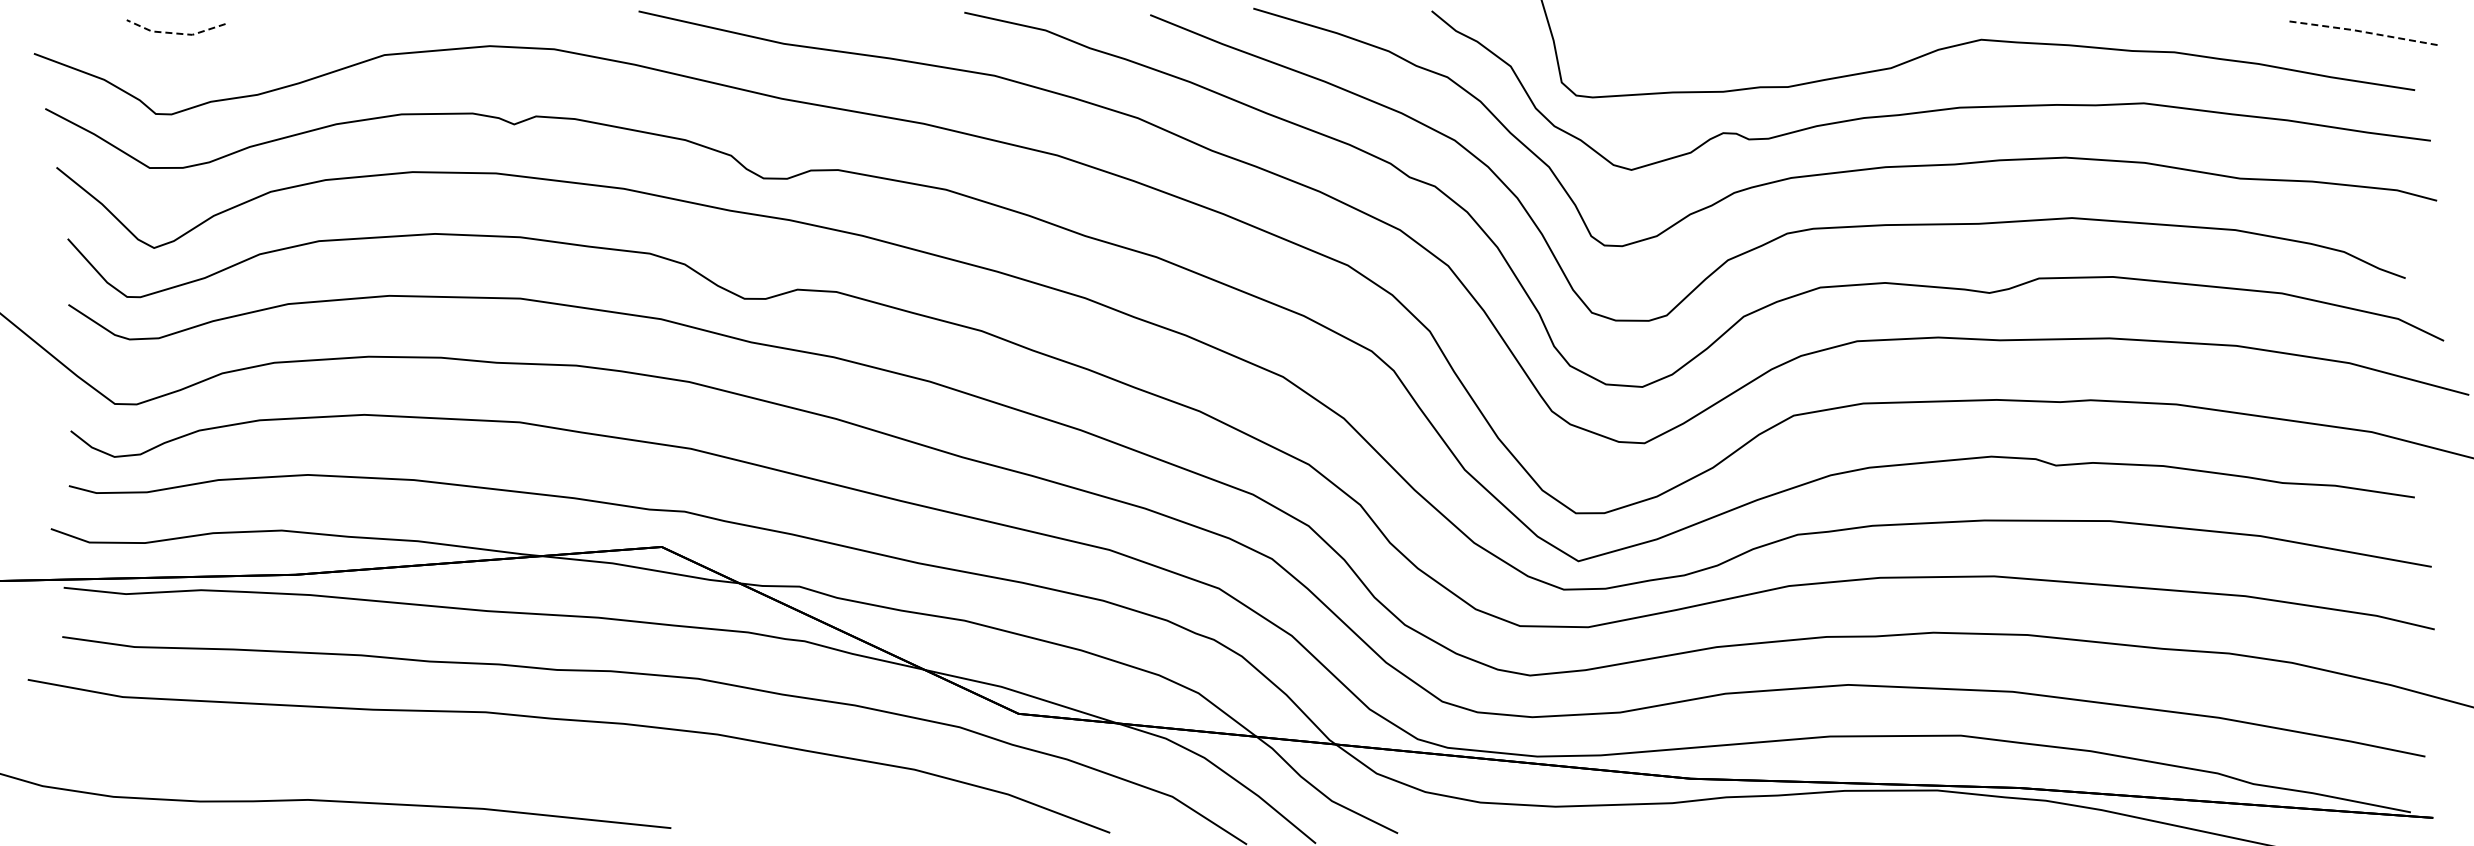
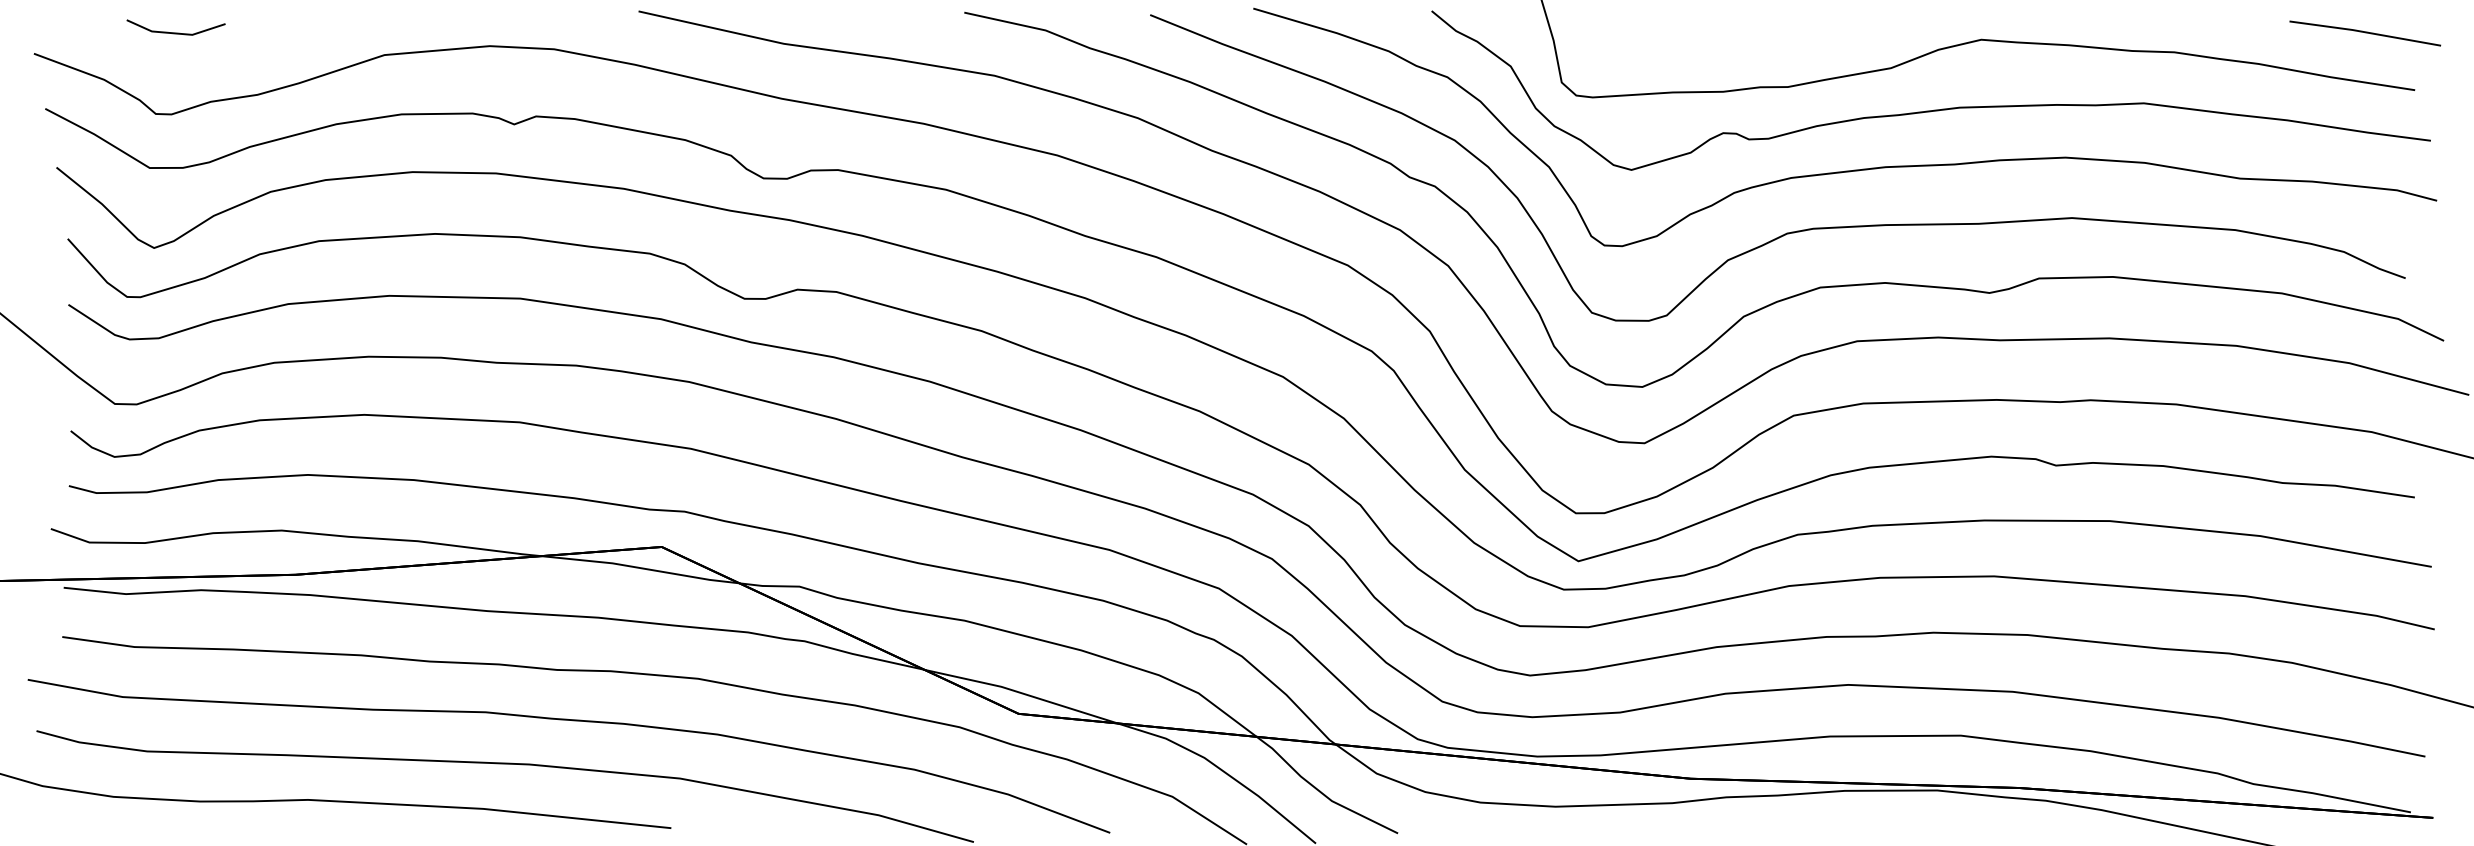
line at (2365, 32): dashed -> solid
line at (175, 33): dashed -> solid
curve at (504, 764): none -> present
